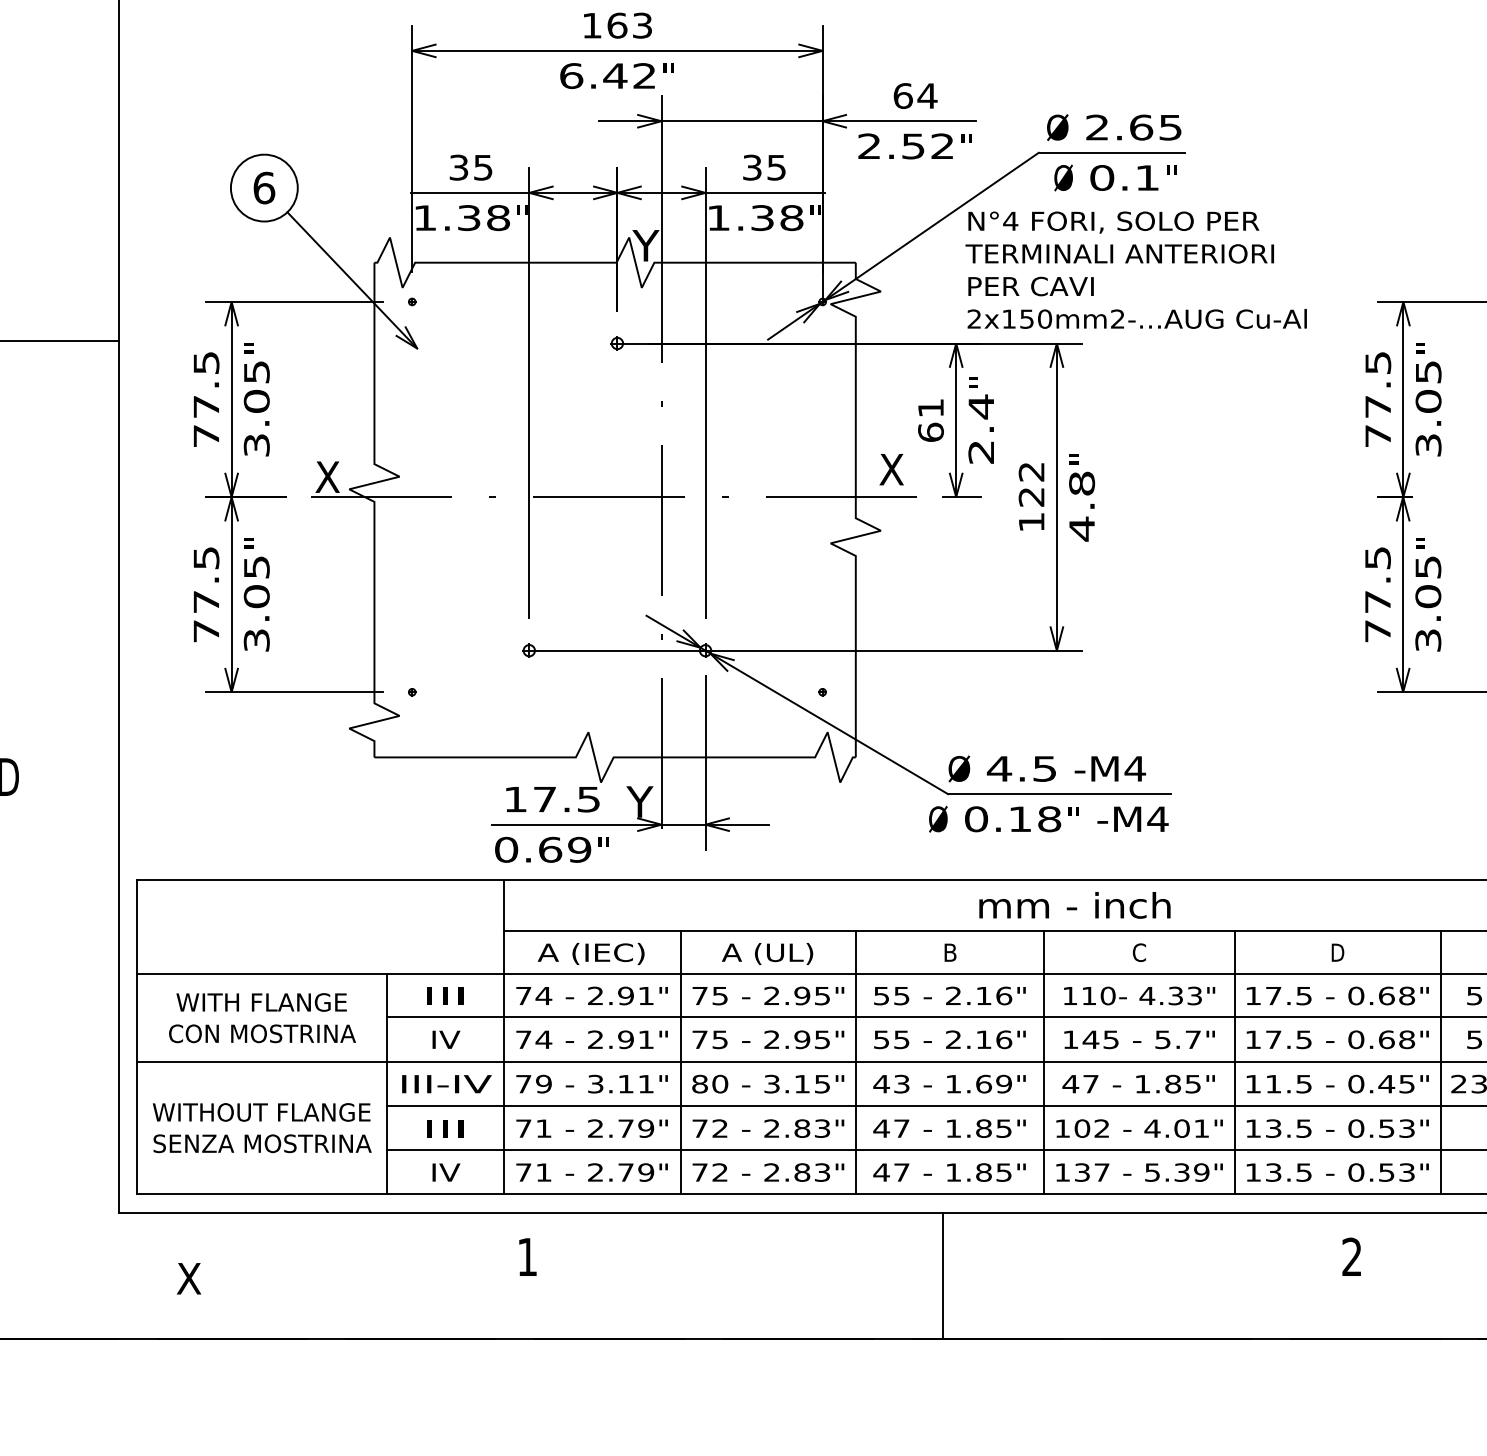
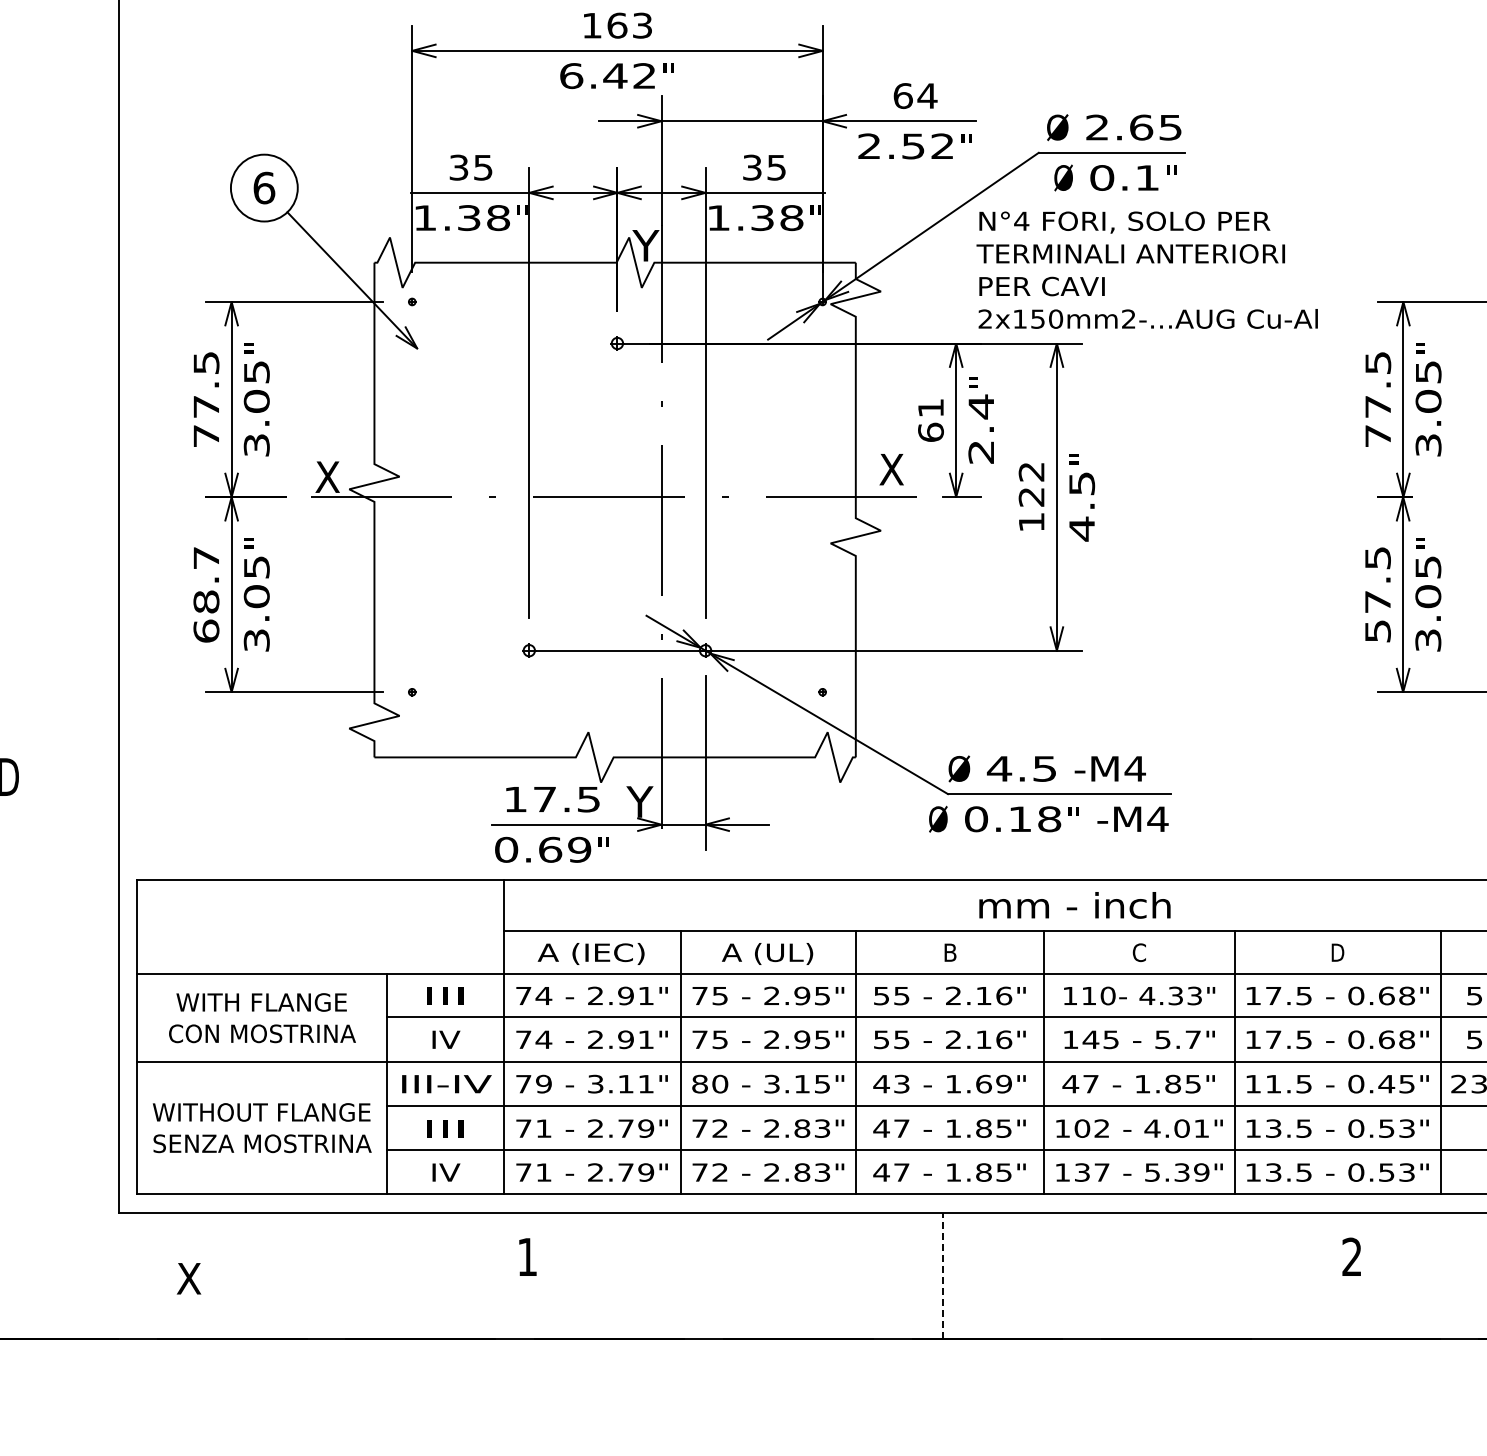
text at (1135, 269) position: (1135, 269) -> (1146, 269)
line at (60, 341): present -> none
text at (1082, 483): 4.8 -> 4.5
text at (206, 594): 77.5 -> 68.7
text at (1377, 631): 77.5 -> 57.5
line at (943, 1276): solid -> dashed
